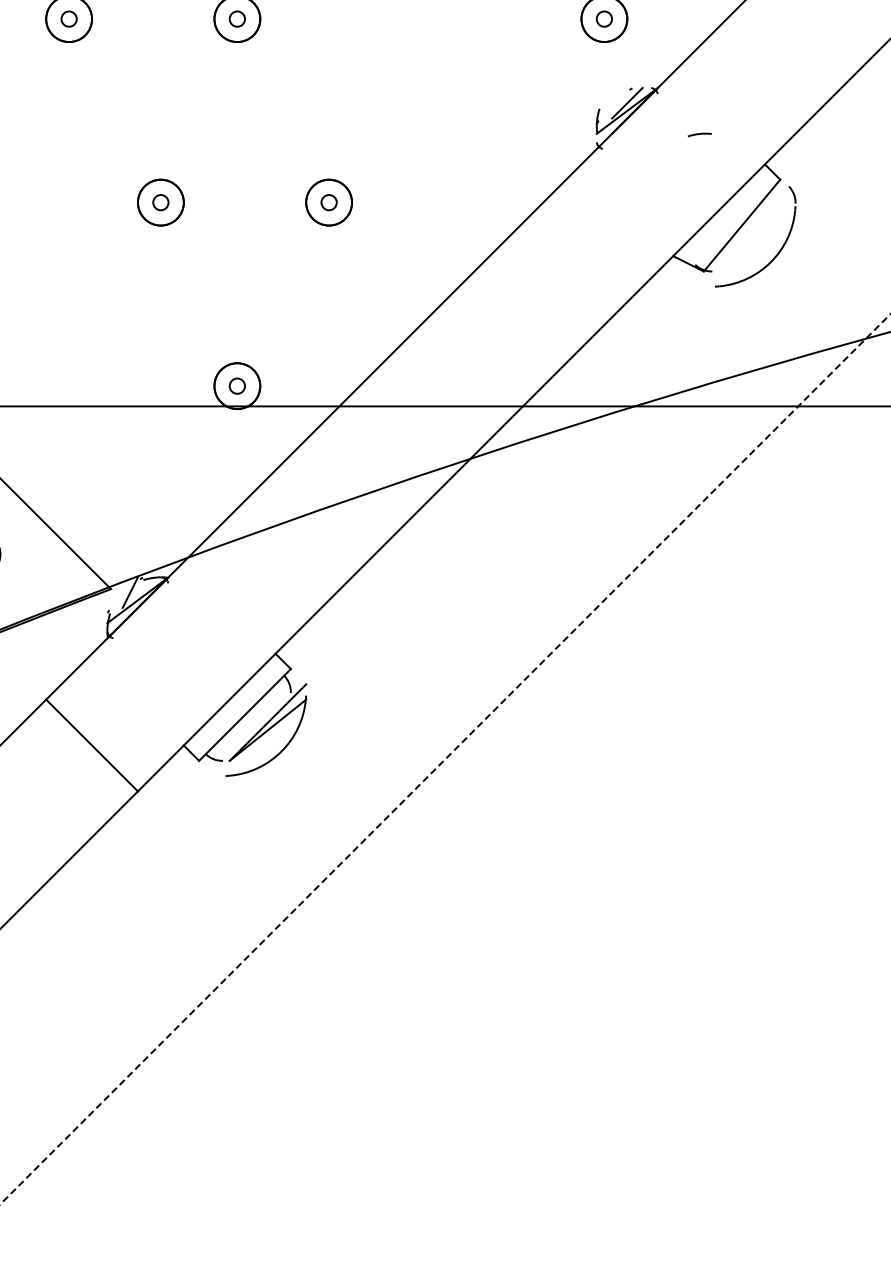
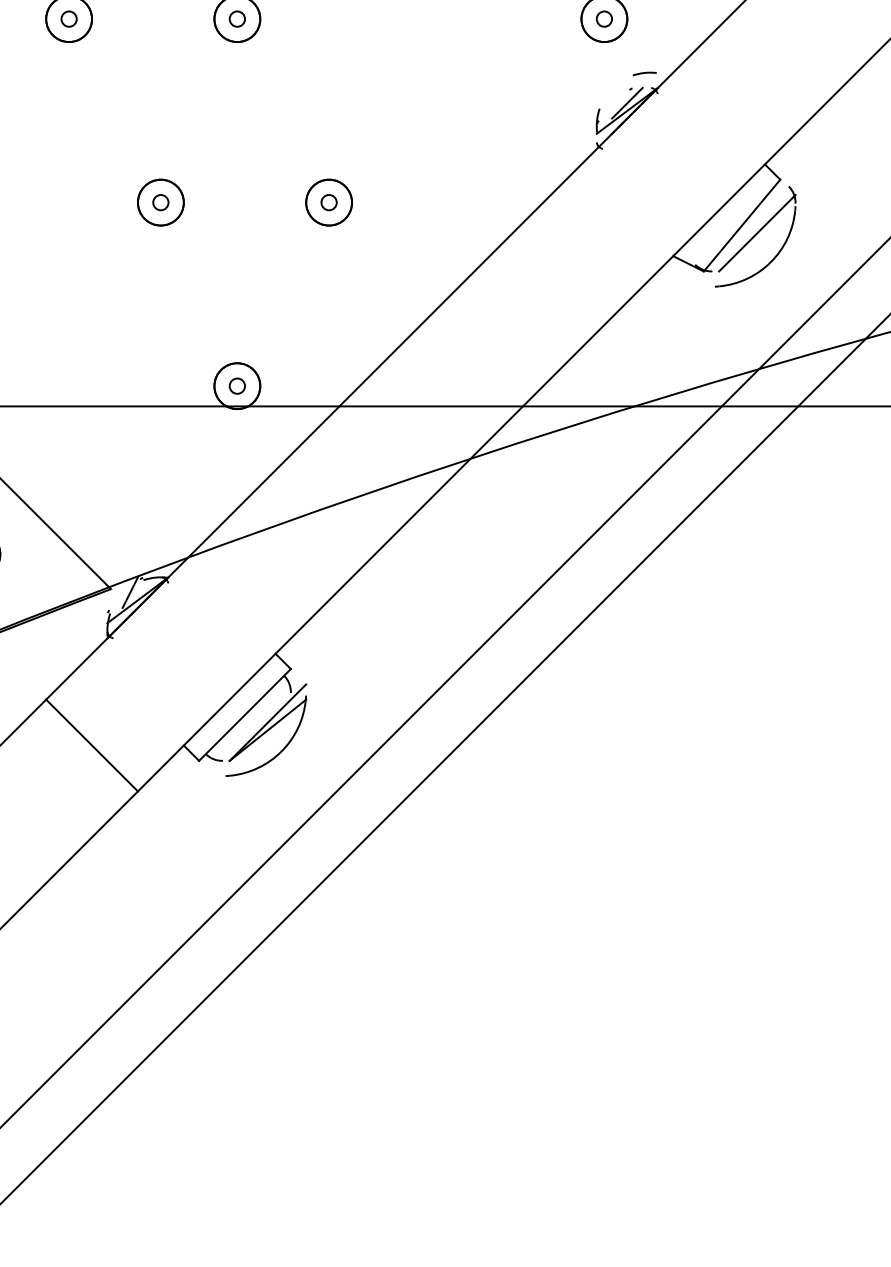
line at (699, 134) position: (699, 134) -> (644, 73)
line at (757, 233): none -> present
line at (444, 682): none -> present
line at (445, 759): dashed -> solid
